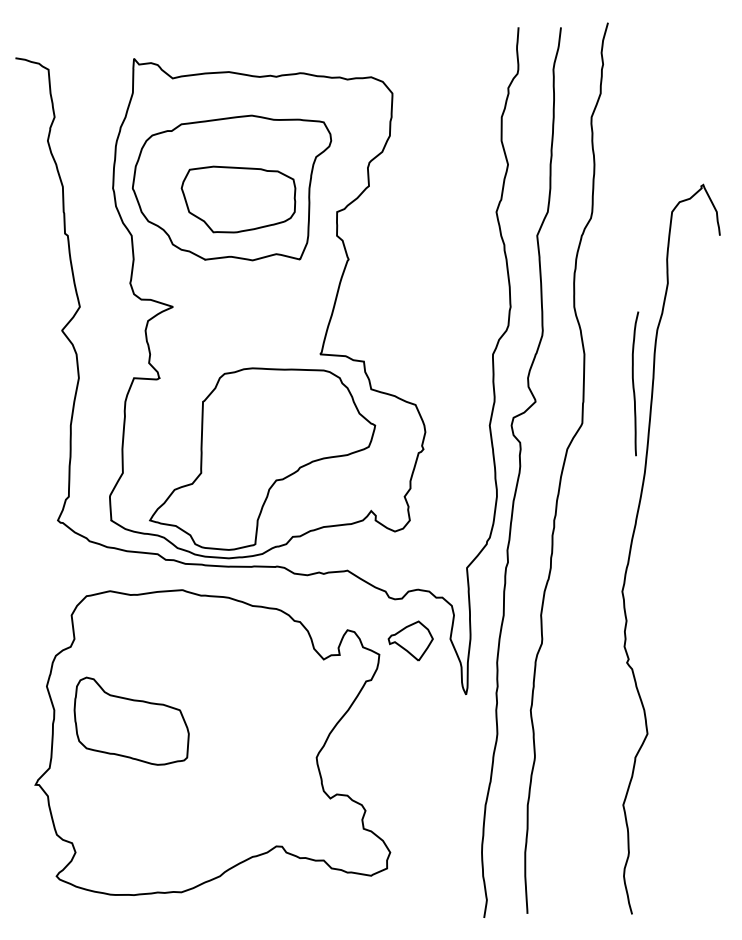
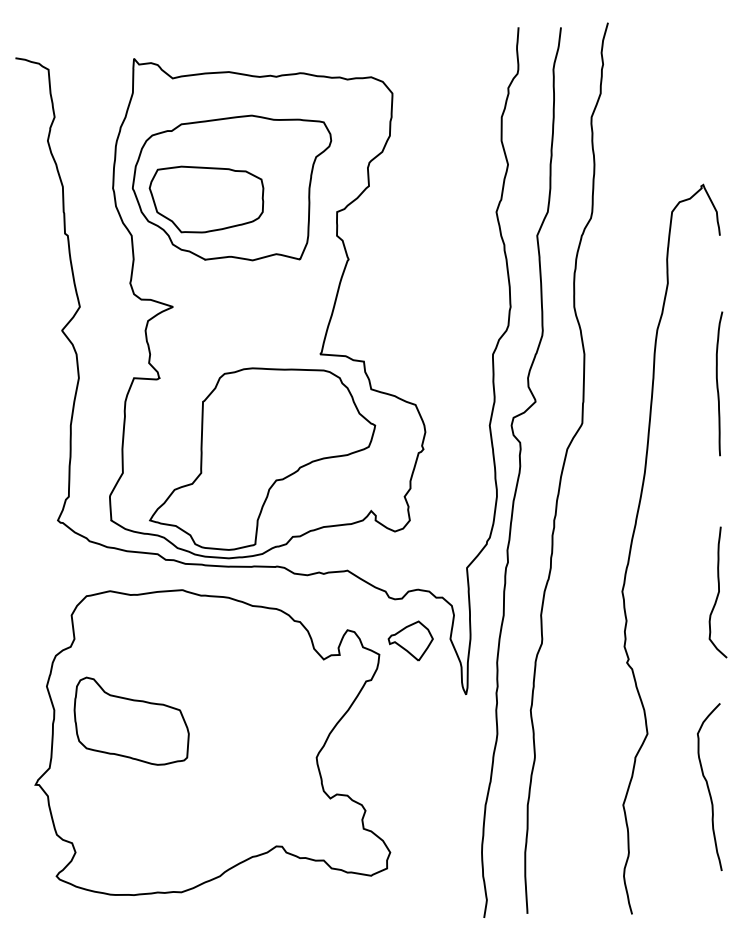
part at (238, 199) position: (238, 199) -> (206, 199)
curve at (634, 383) position: (634, 383) -> (718, 383)
curve at (717, 592): none -> present
curve at (709, 787): none -> present
